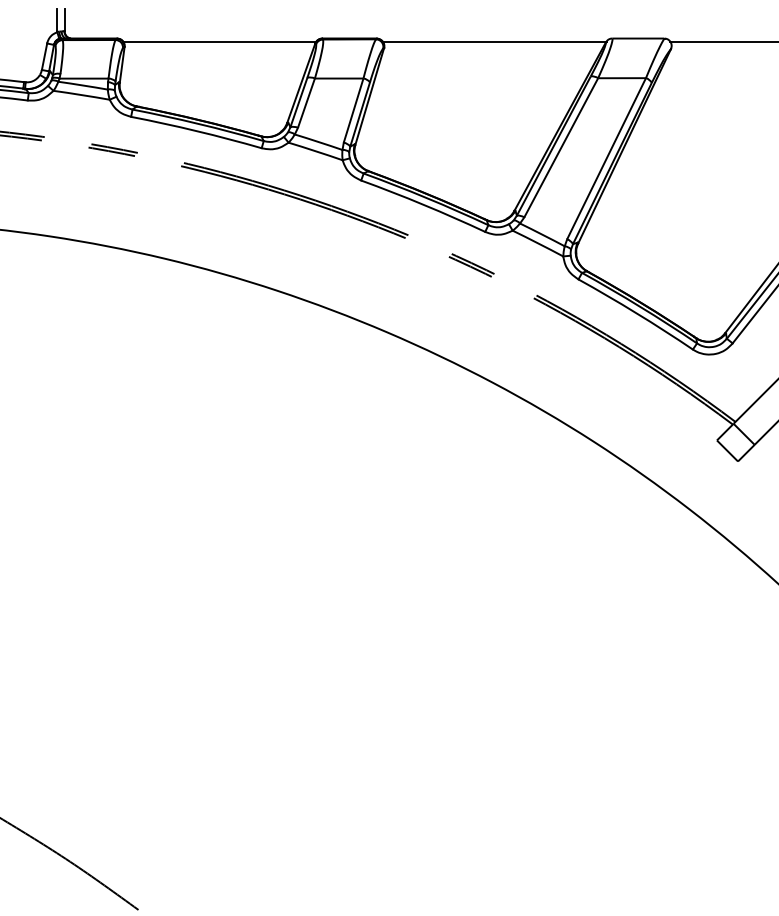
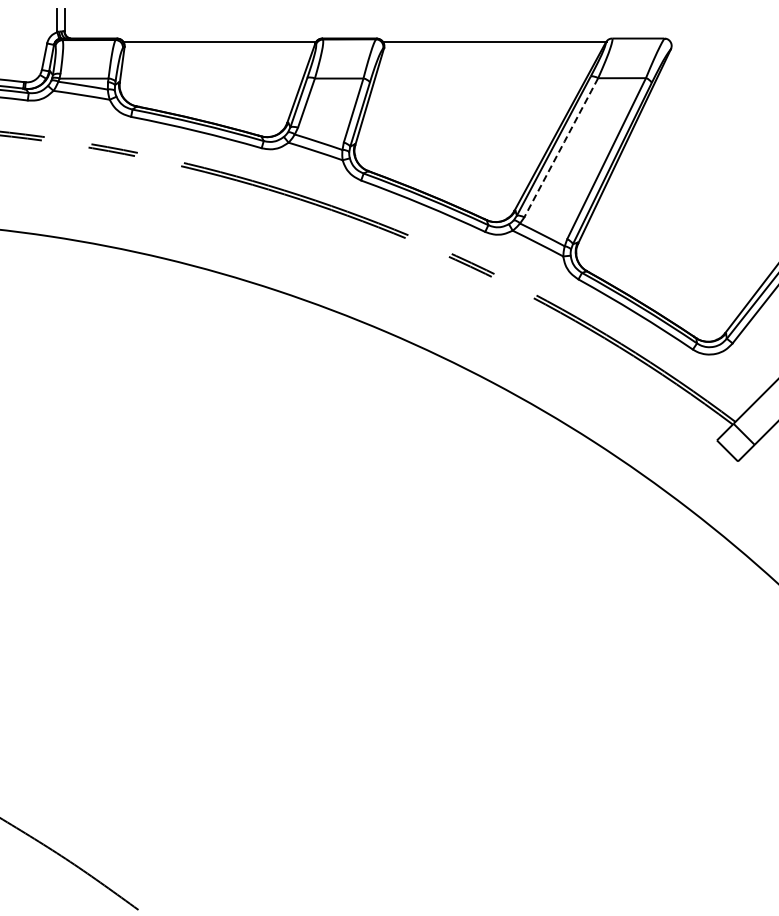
line at (722, 41): present -> none
line at (561, 147): solid -> dashed
